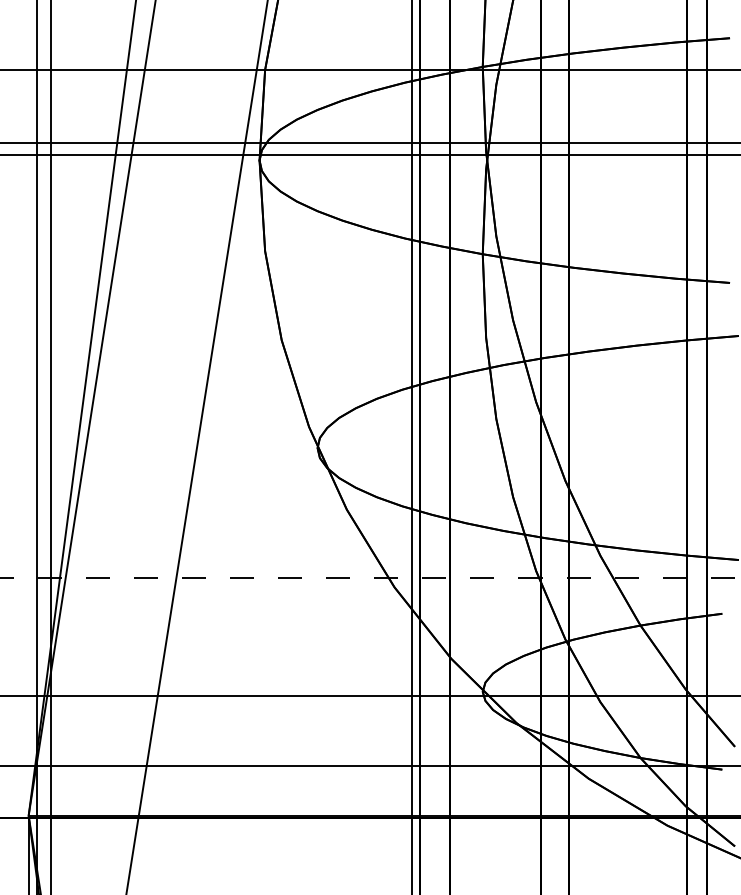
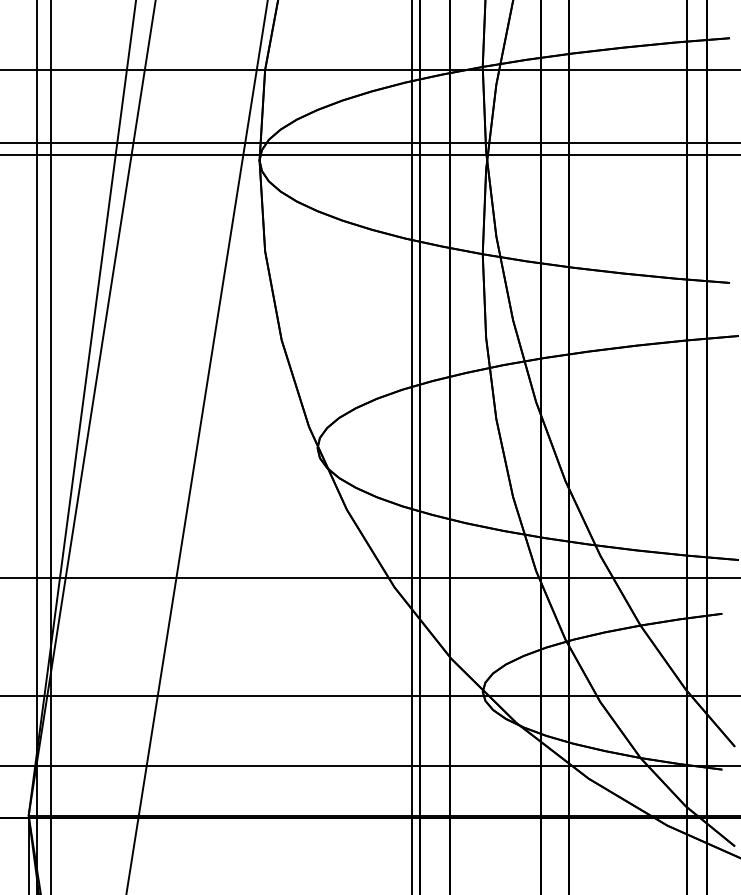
line at (369, 577): dashed -> solid
